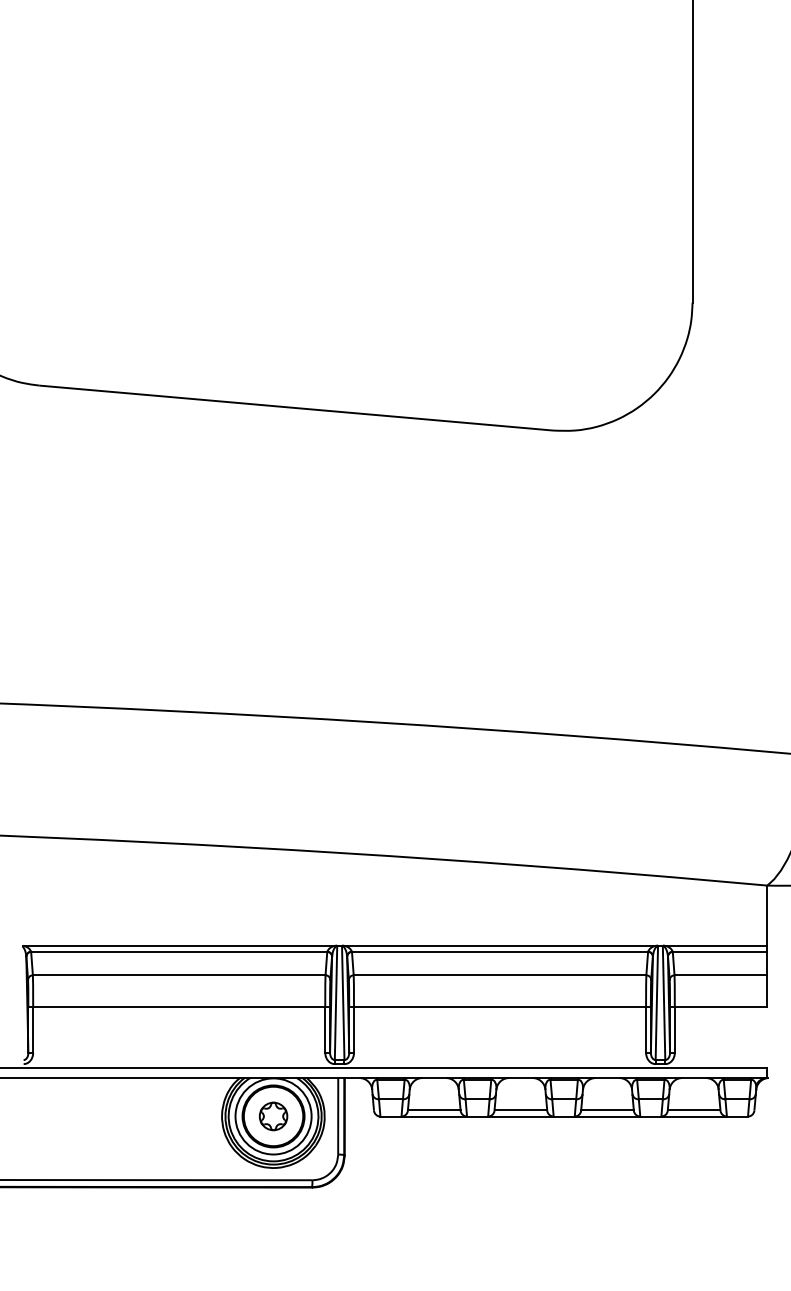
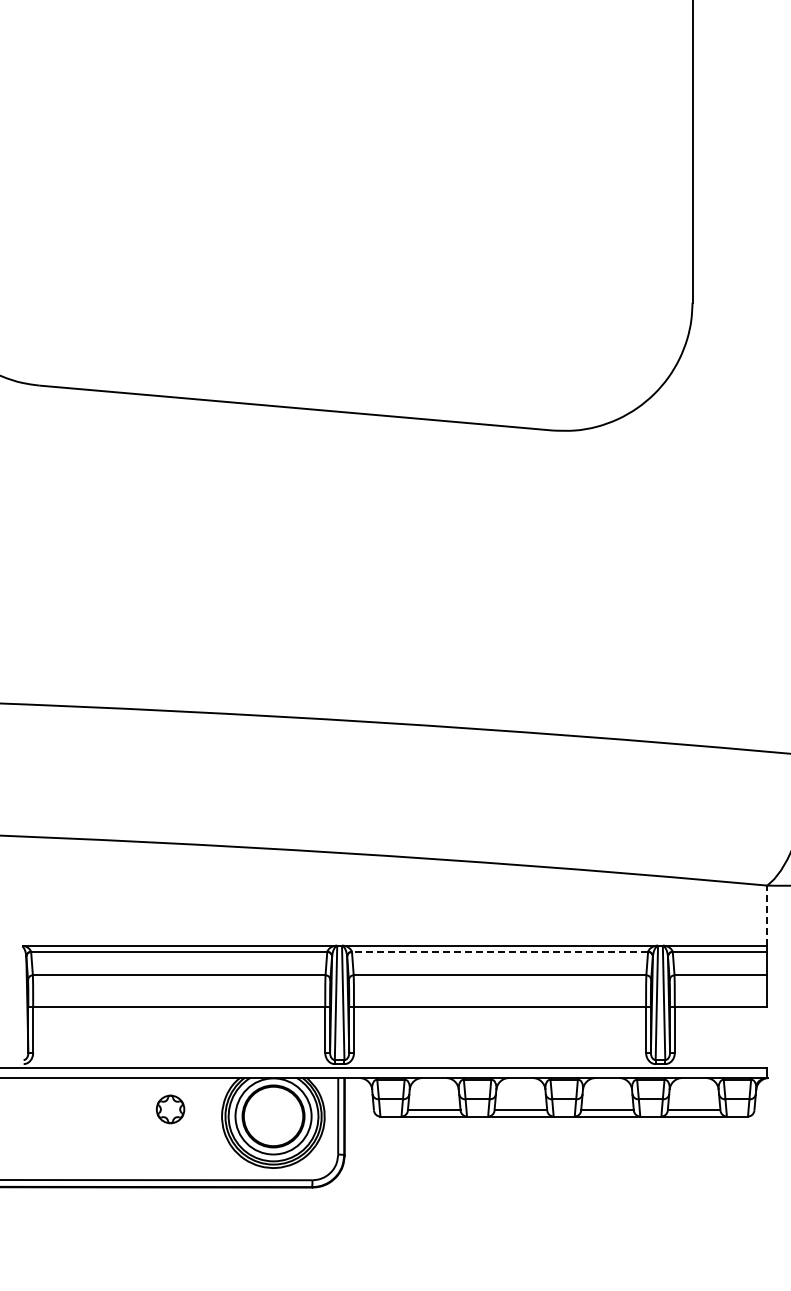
line at (767, 915): solid -> dashed
line at (499, 951): solid -> dashed
part at (273, 1116) position: (273, 1116) -> (170, 1109)
